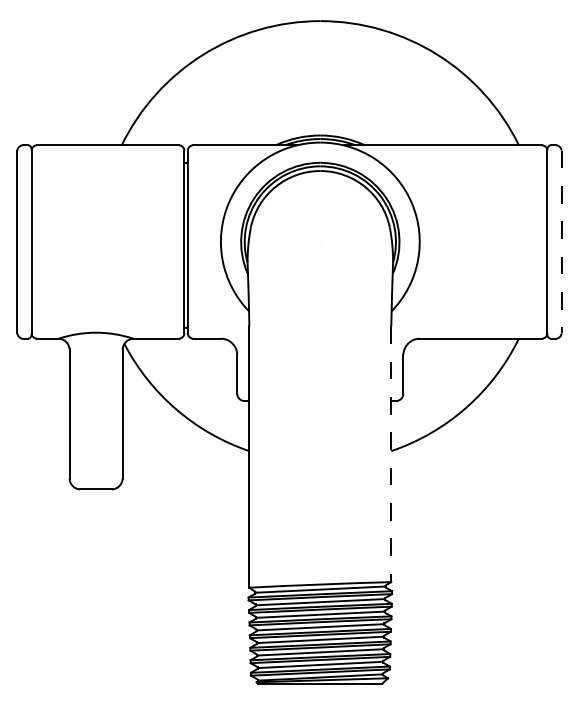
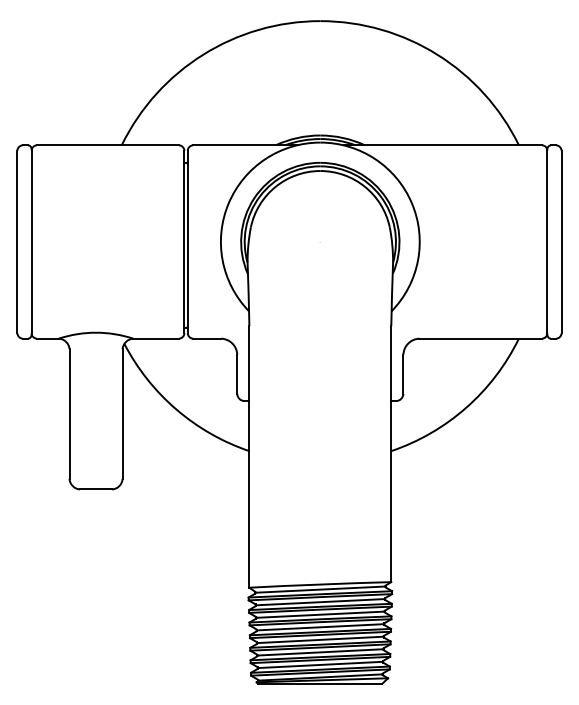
line at (561, 242): dashed -> solid
line at (391, 454): dashed -> solid
